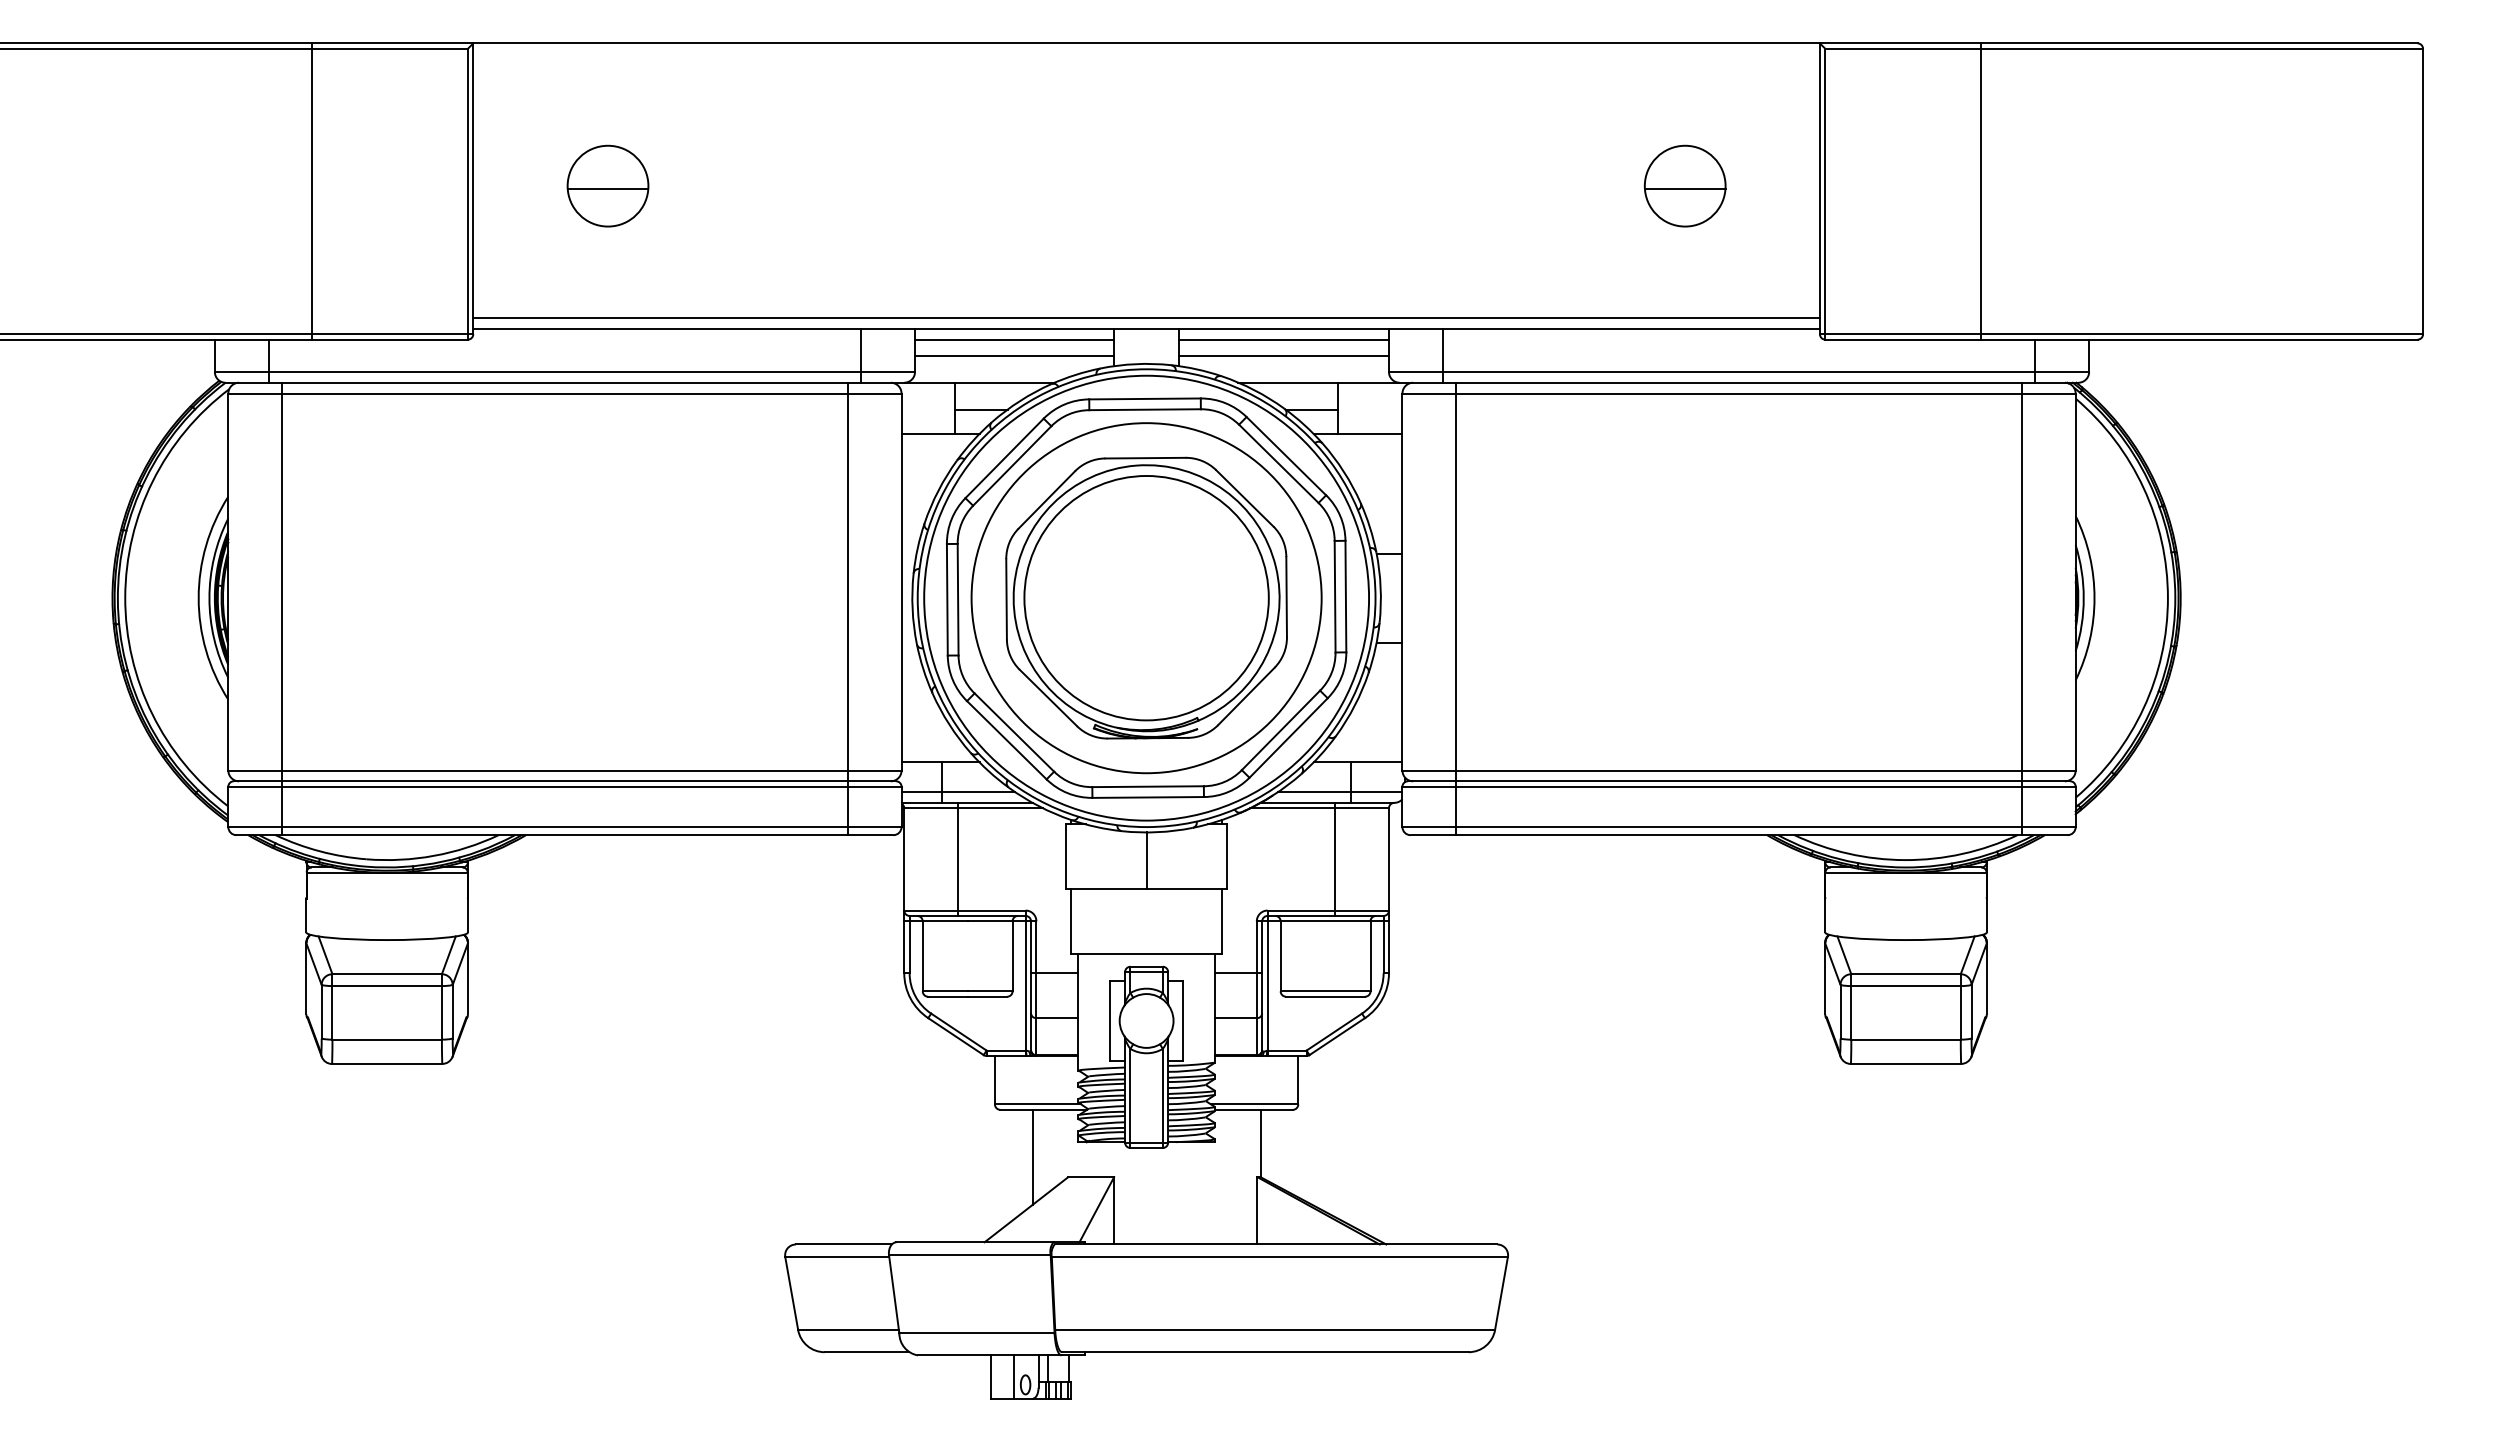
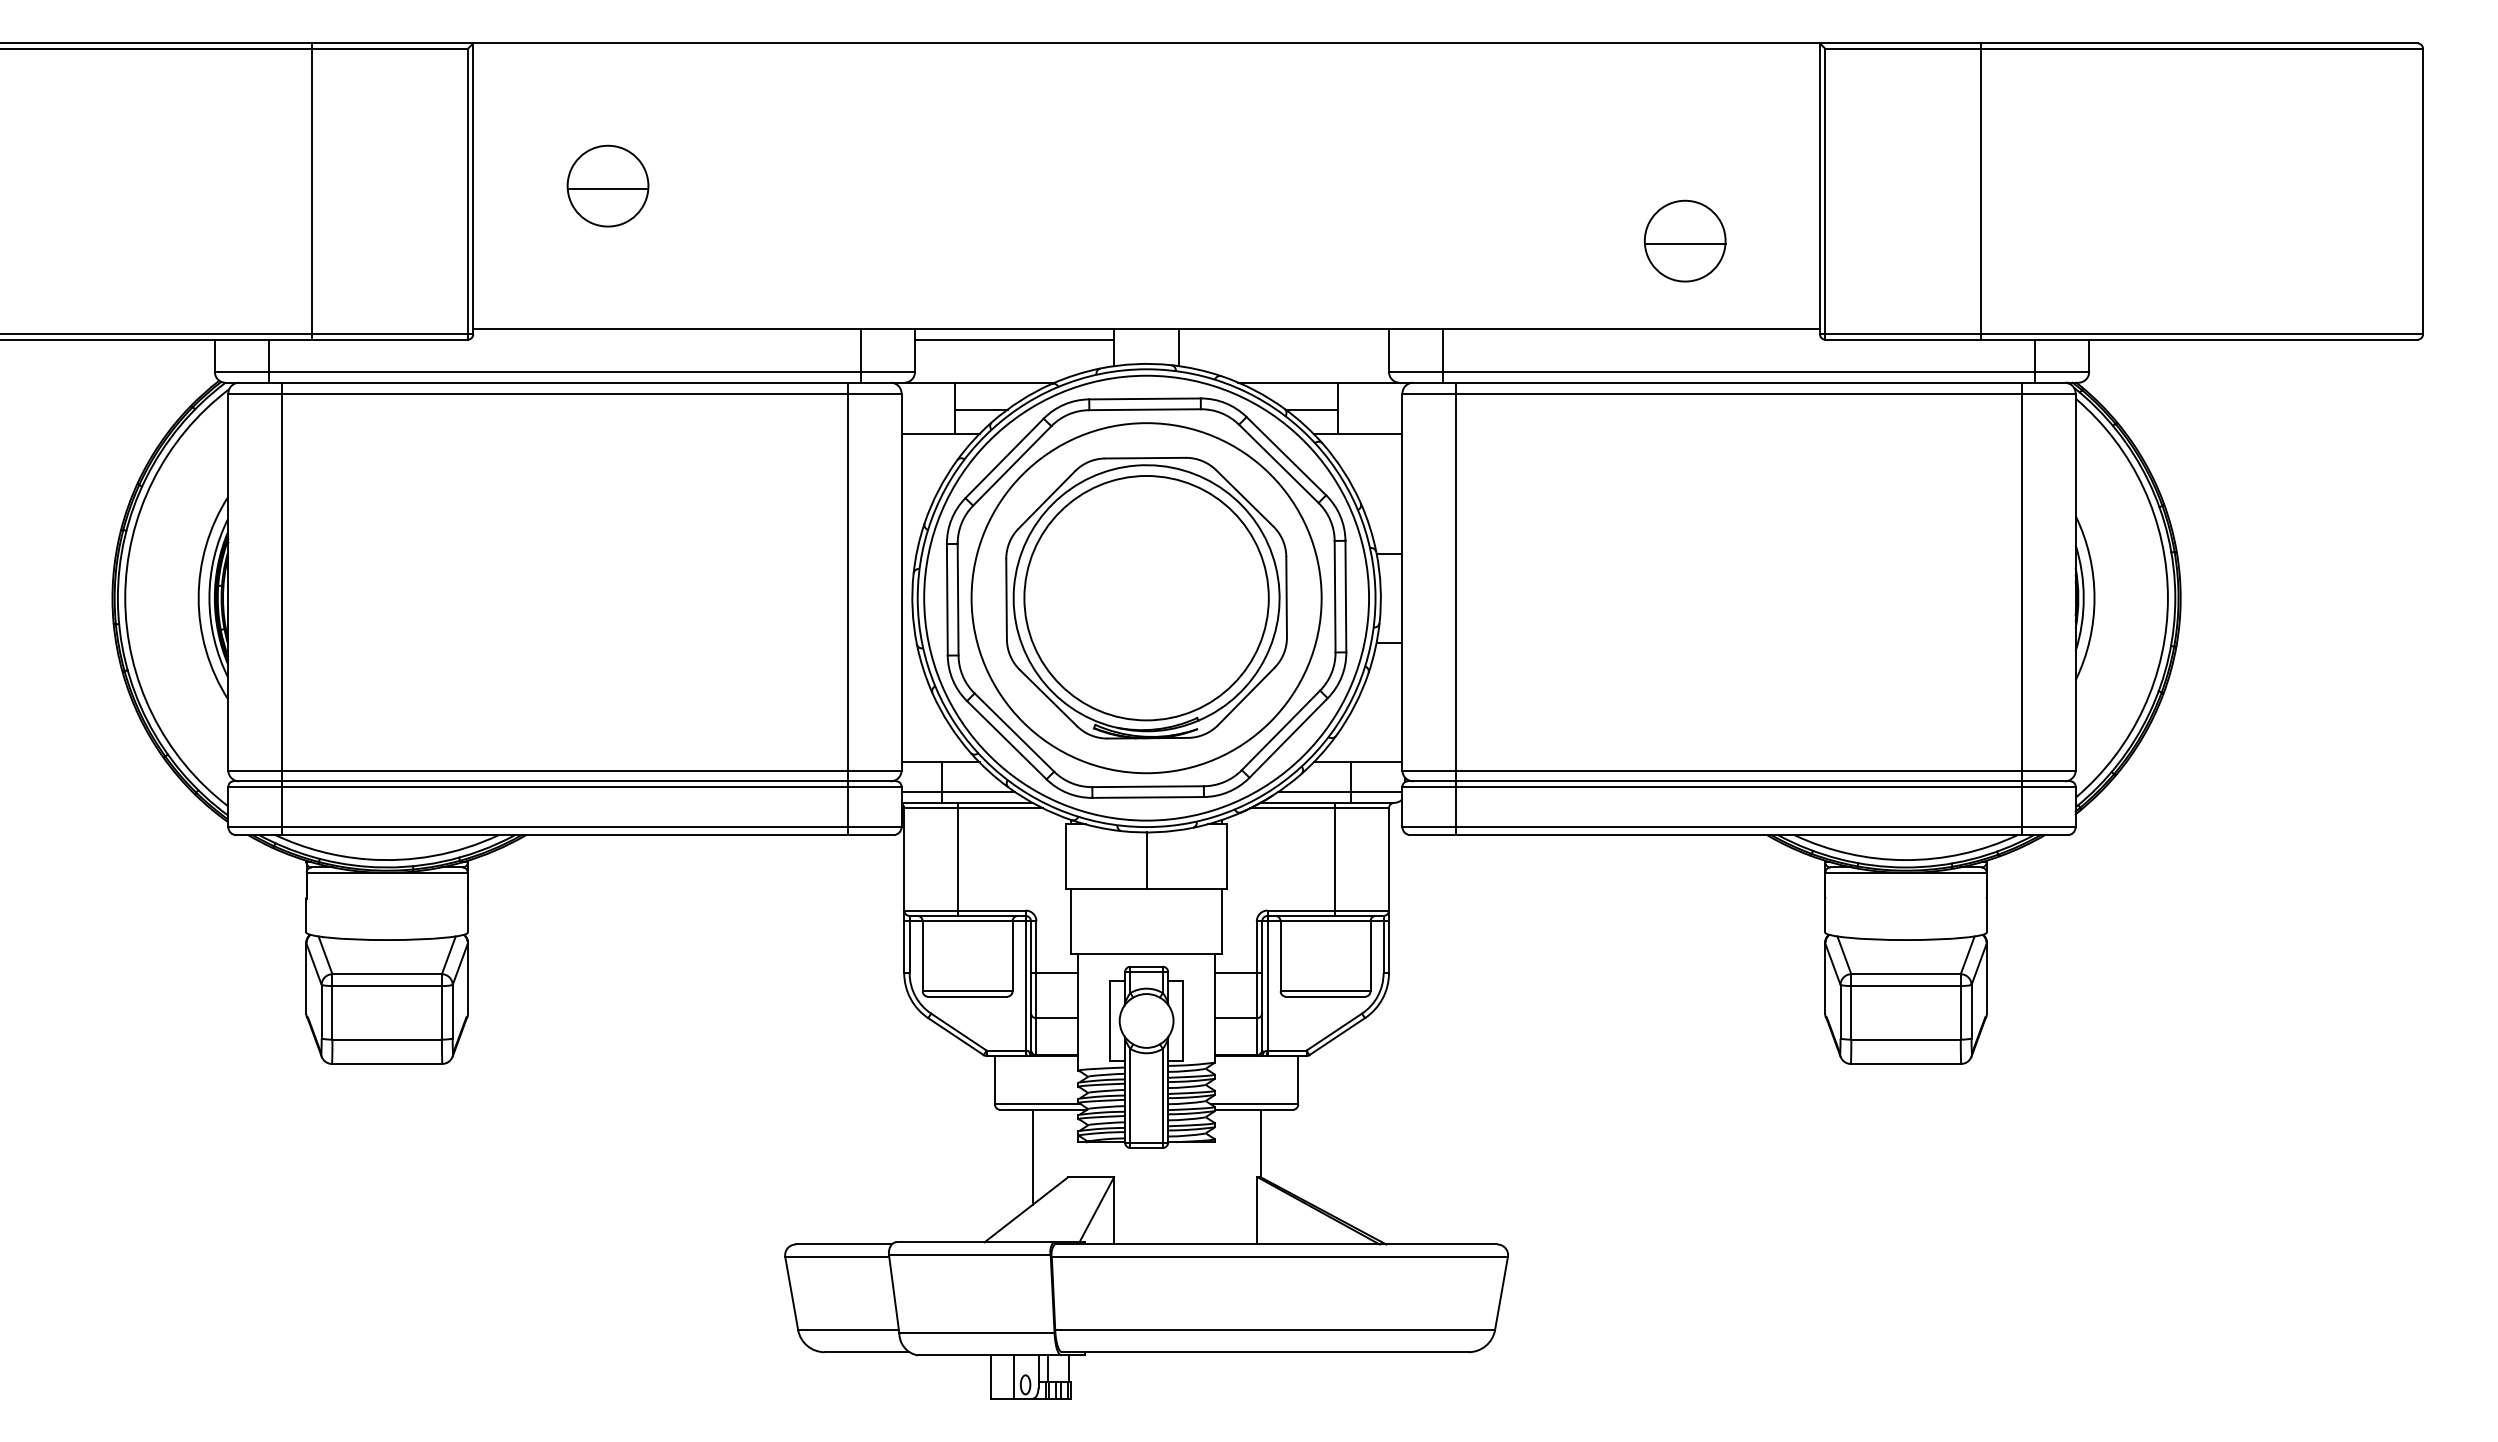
part at (1684, 185) position: (1684, 185) -> (1684, 240)
line at (1146, 318): present -> none
line at (1283, 339): present -> none
line at (1014, 355): present -> none
line at (1283, 355): present -> none
